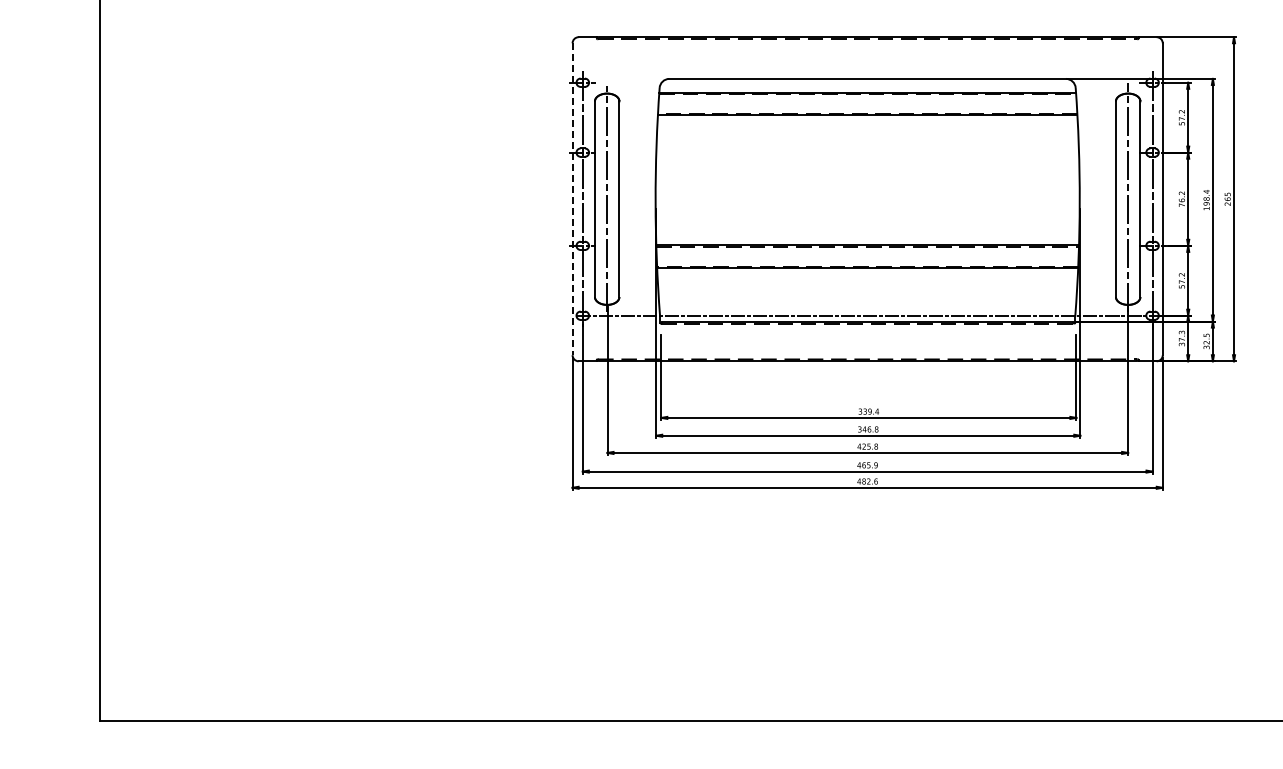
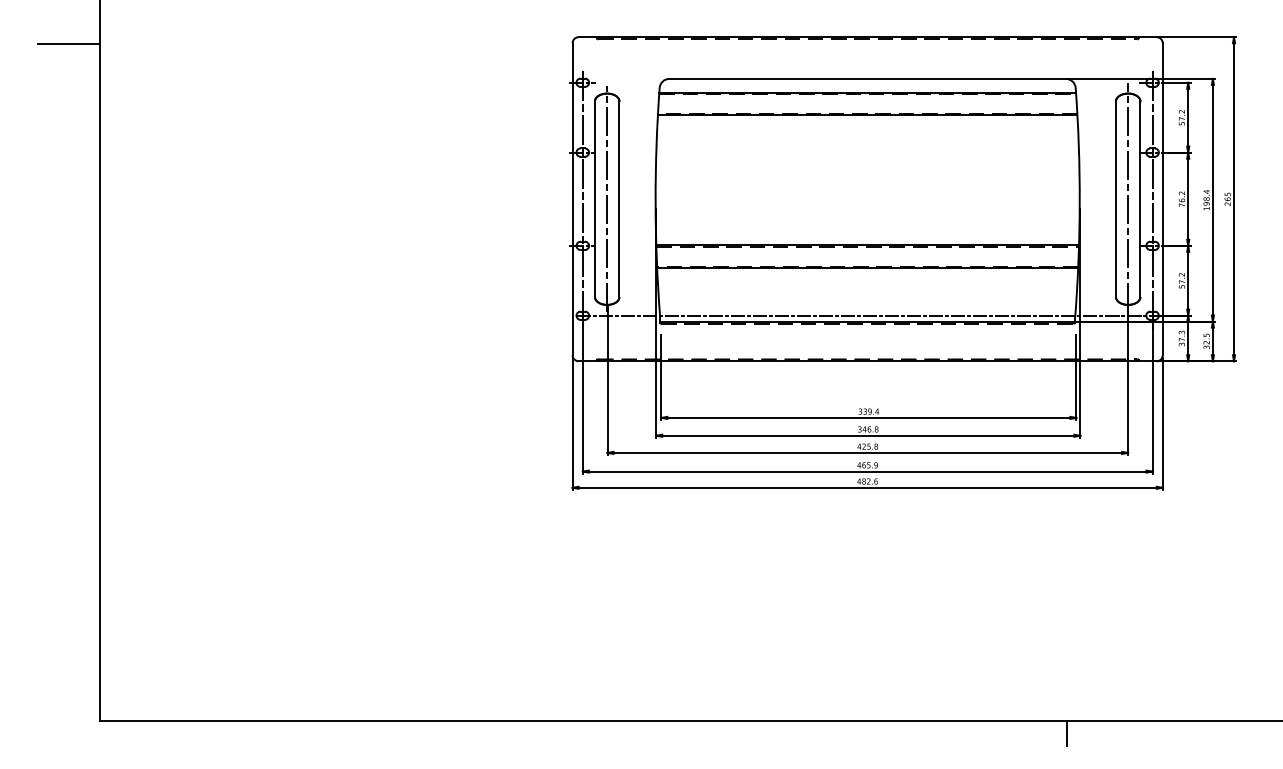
line at (68, 43): none -> present
line at (572, 199): dashed -> solid
line at (1067, 733): none -> present
